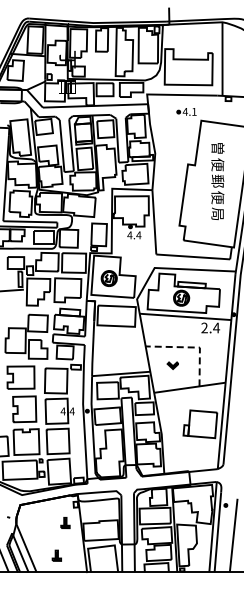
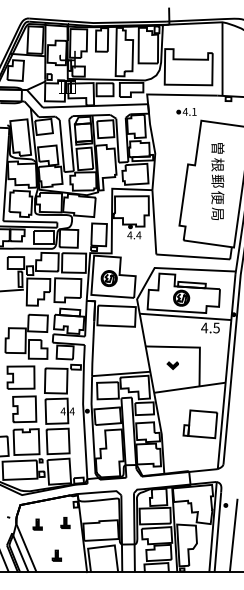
text at (217, 164): 便 -> 根
text at (210, 327): 2.4 -> 4.5
line at (192, 347): dashed -> solid
part at (37, 524): none -> present
